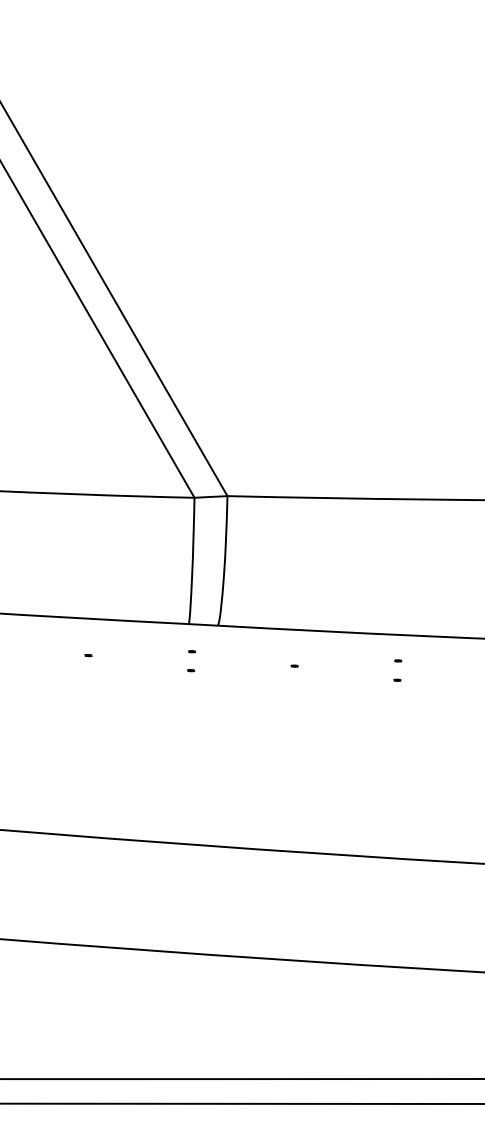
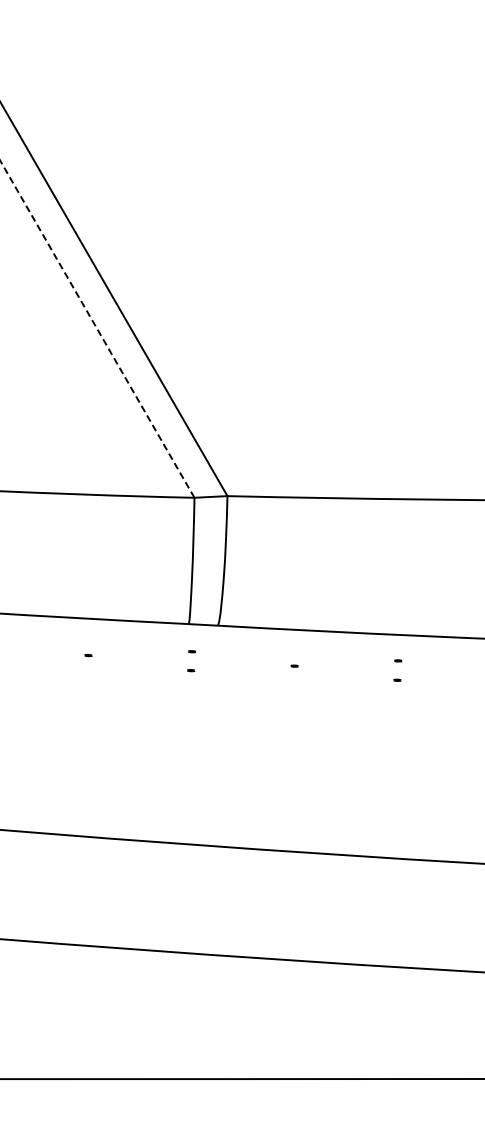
line at (97, 329): solid -> dashed
line at (241, 1103): present -> none
